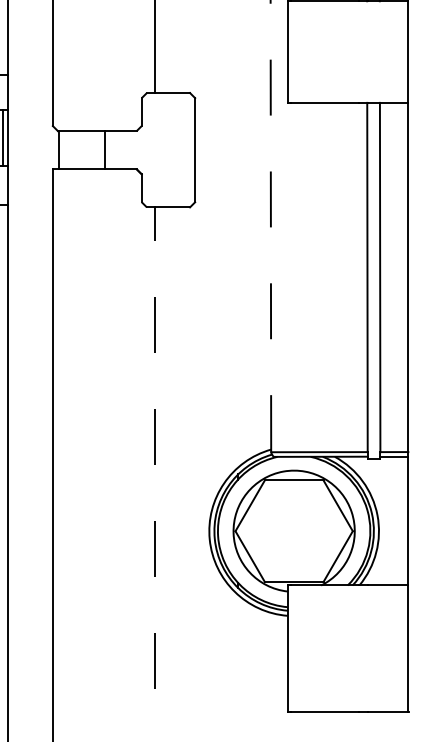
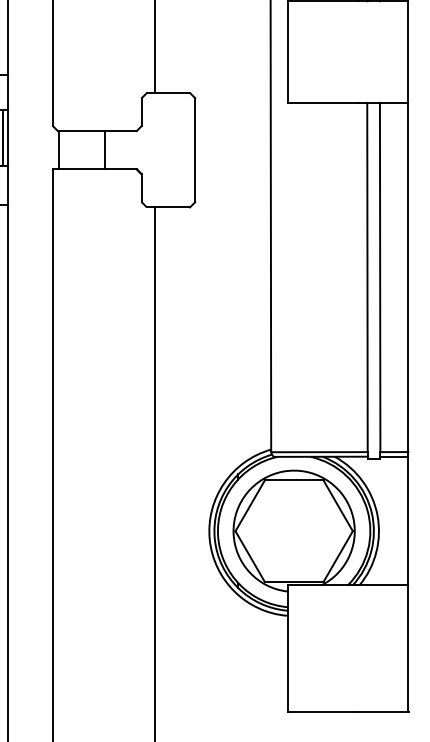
line at (270, 225): dashed -> solid
line at (154, 474): dashed -> solid
